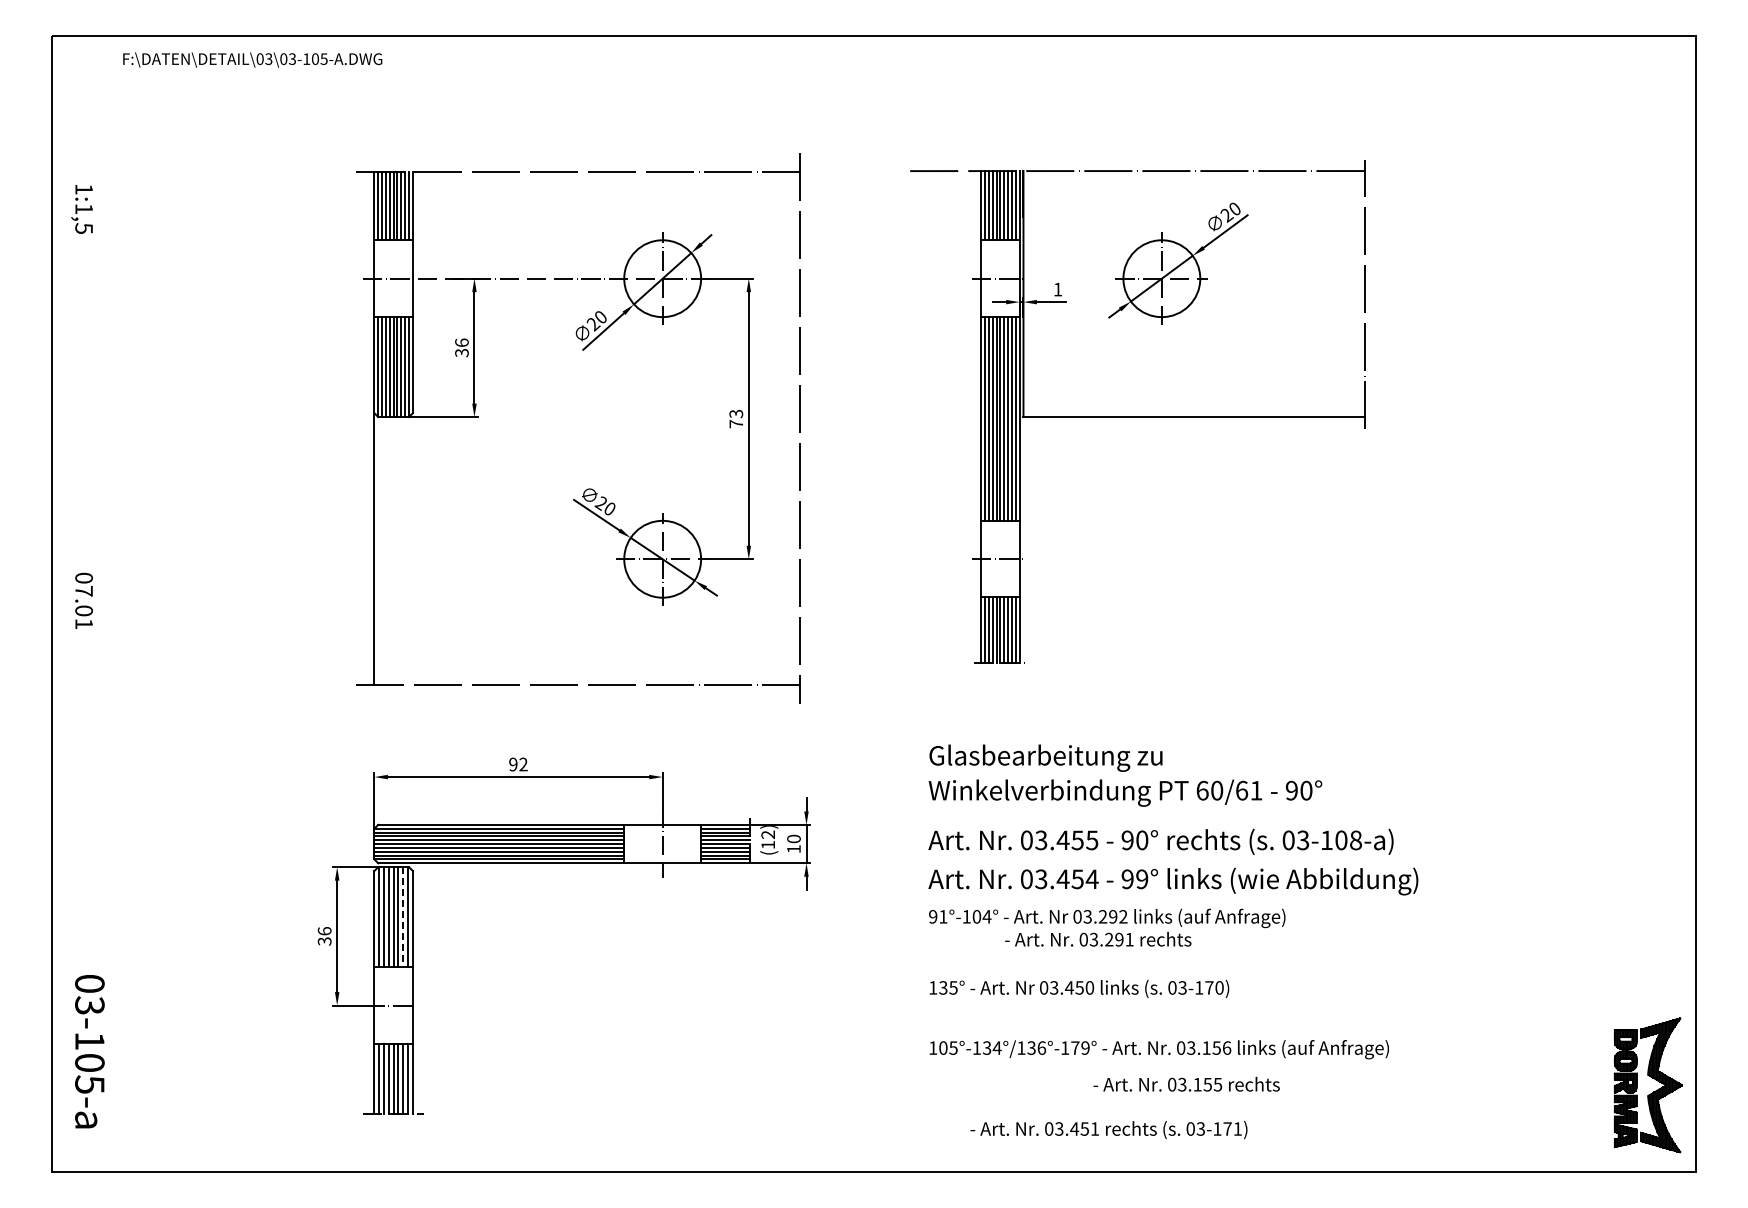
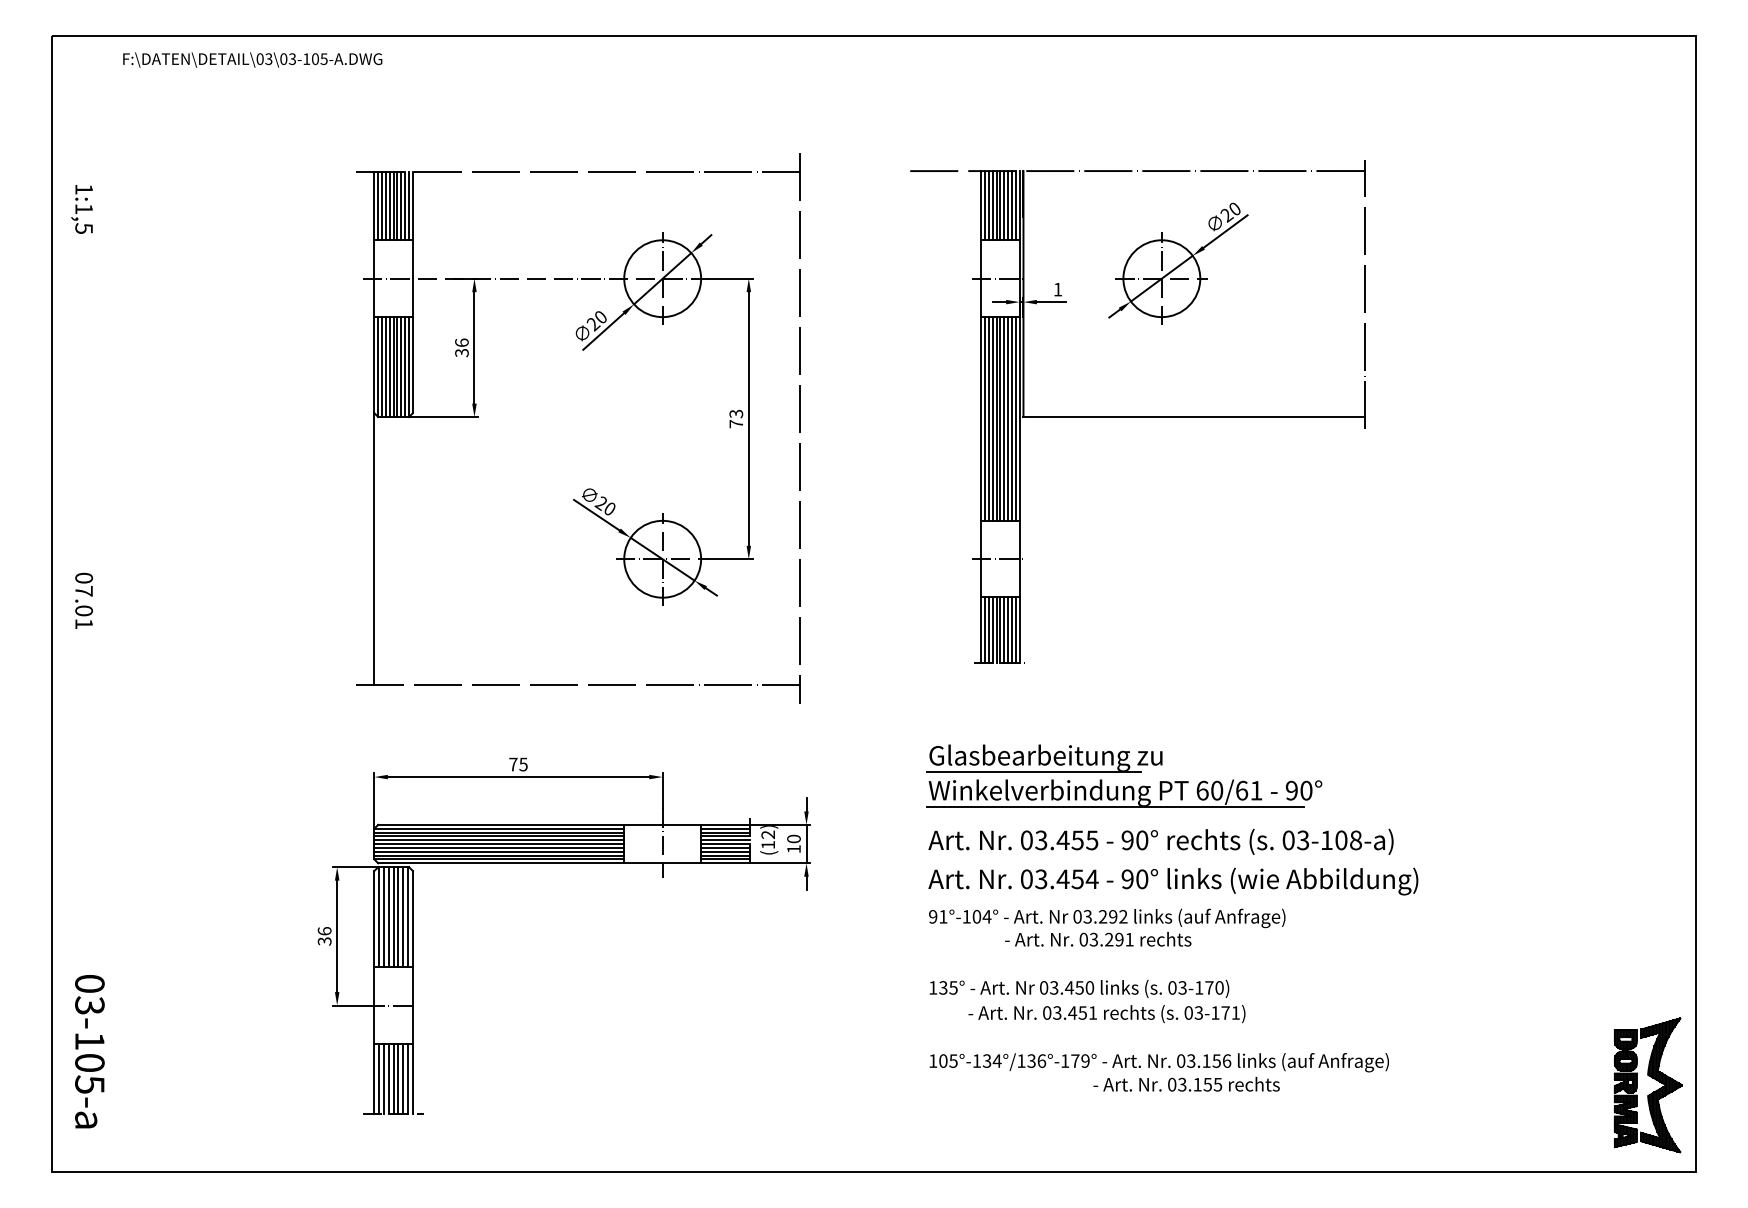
text at (518, 764): 92 -> 75
line at (1034, 772): none -> present
line at (1115, 806): none -> present
text at (1142, 879): 99° -> 90°
line at (403, 917): dashed -> solid
text at (1158, 1049) position: (1158, 1049) -> (1158, 1062)
text at (1108, 1130) position: (1108, 1130) -> (1106, 1014)
